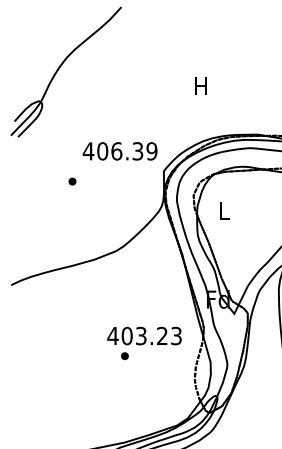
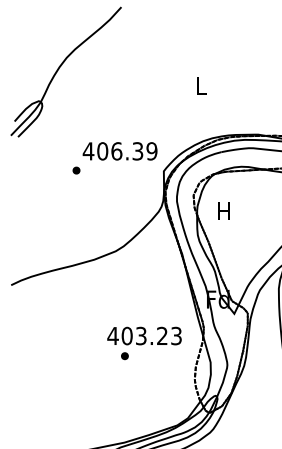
text at (200, 85): H -> L
part at (72, 181) position: (72, 181) -> (76, 170)
text at (223, 210): L -> H
